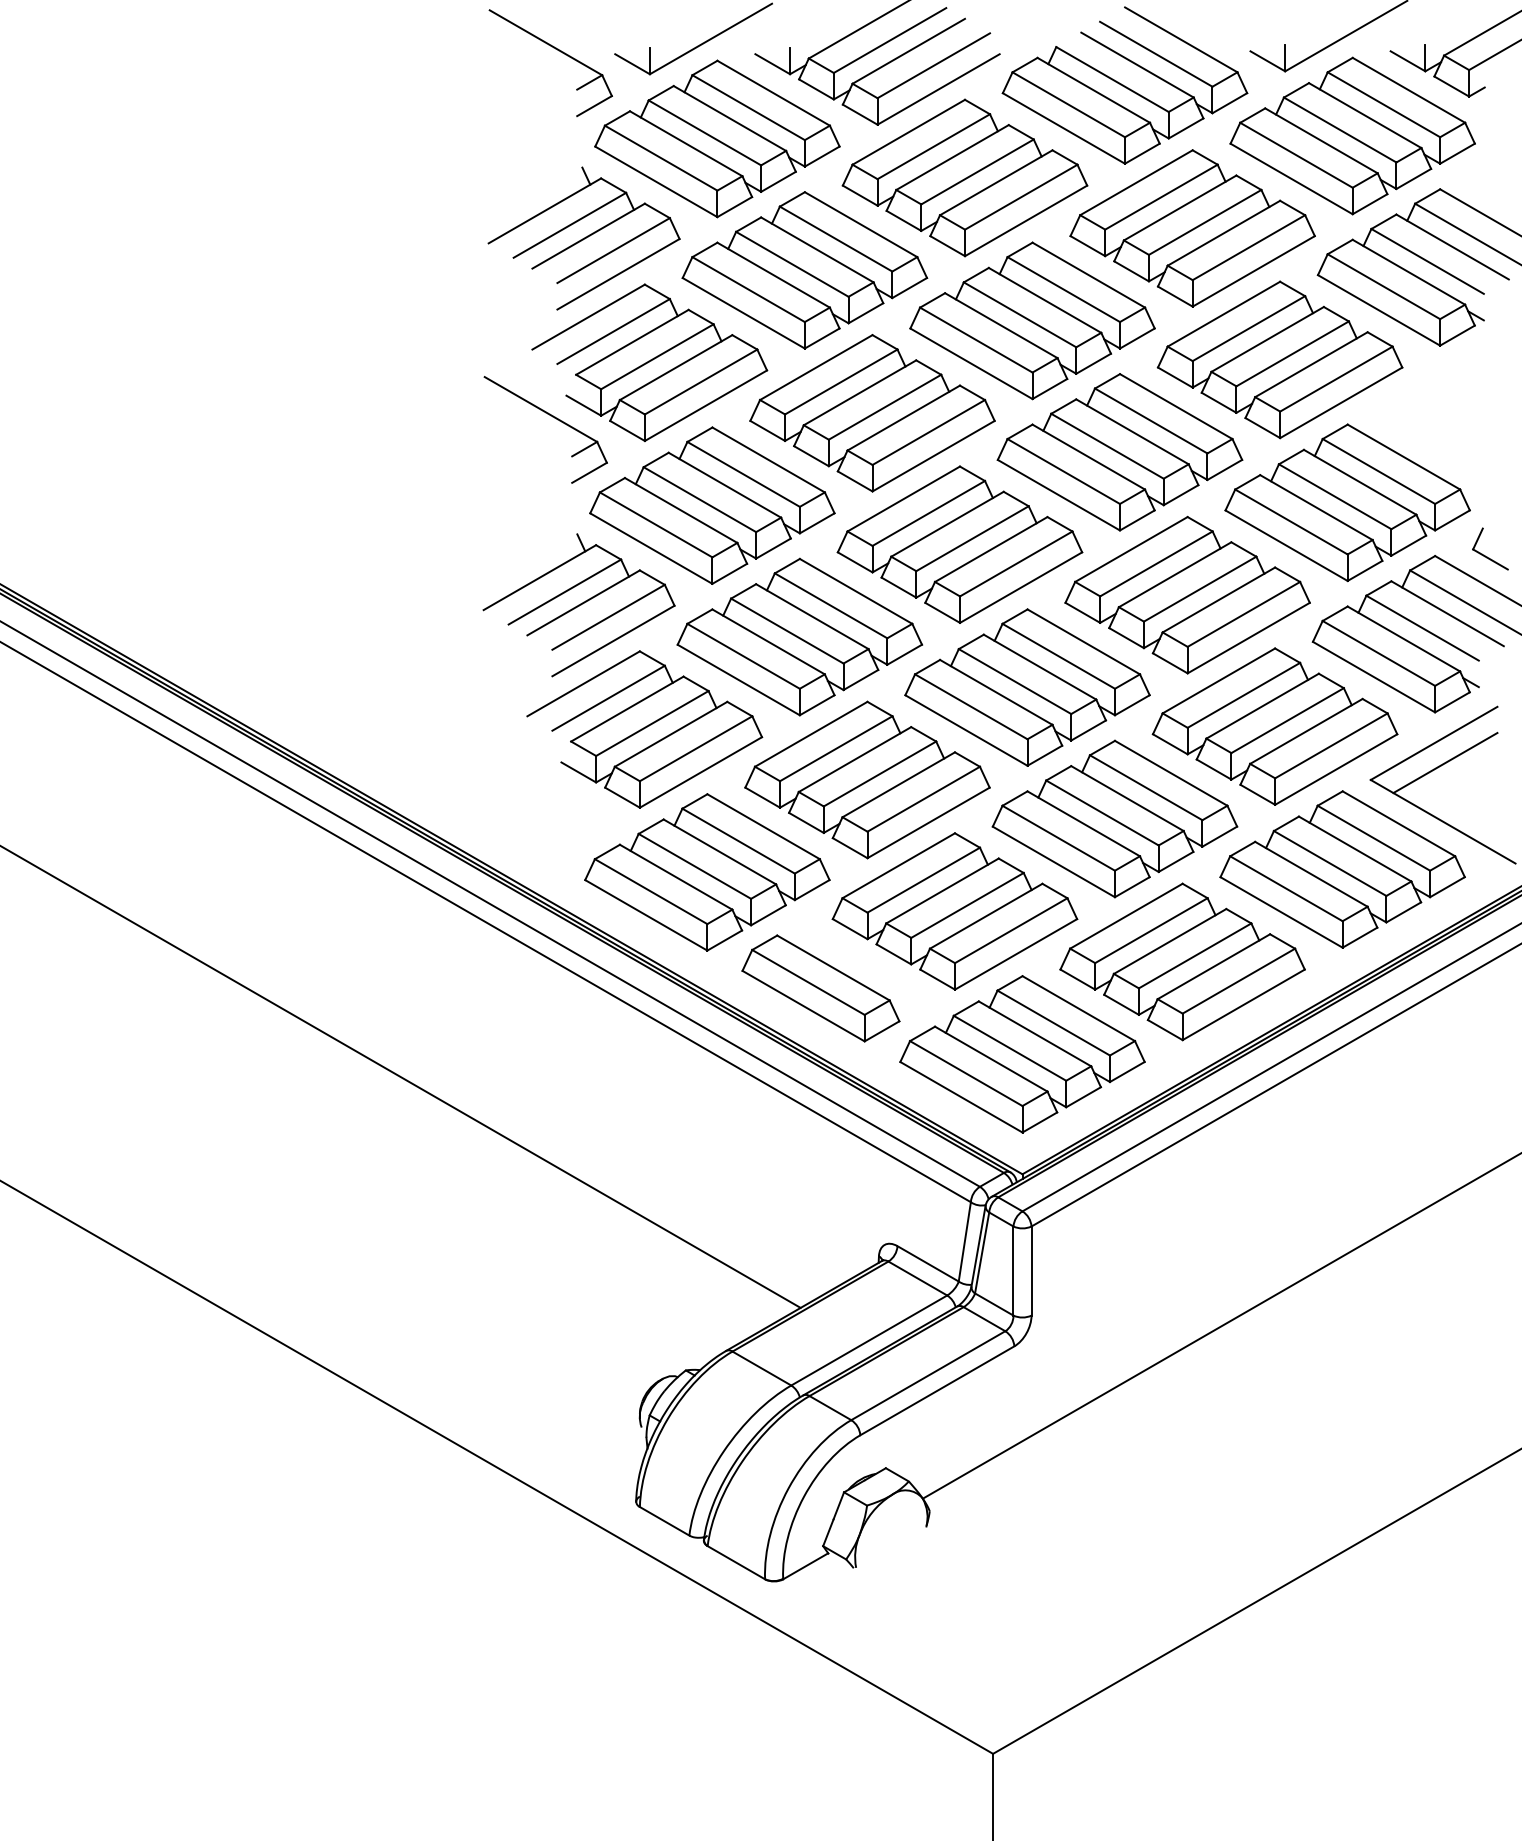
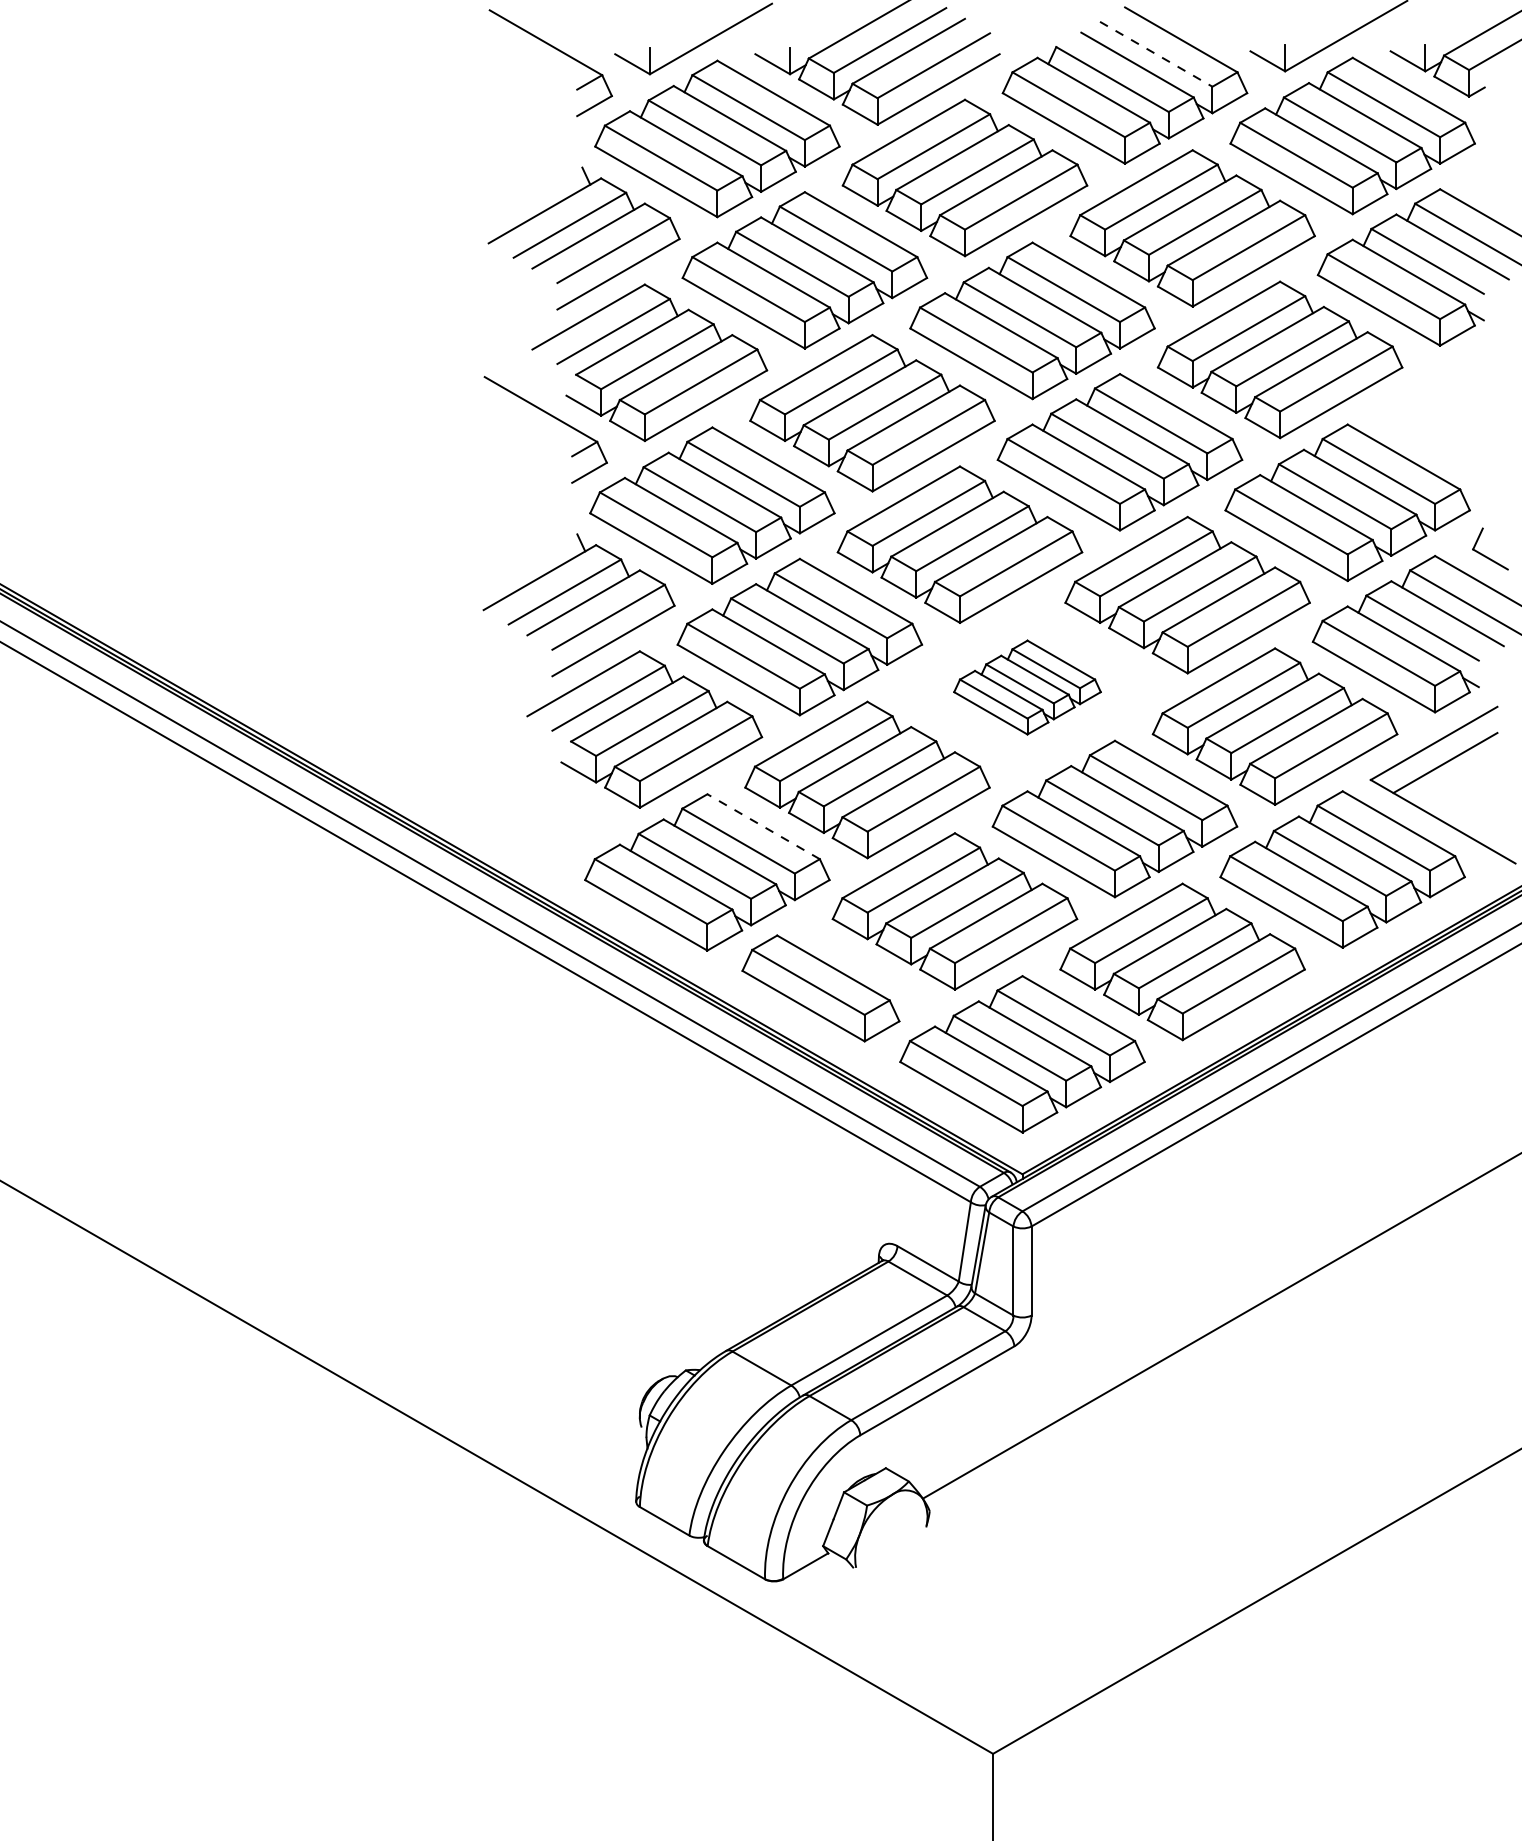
line at (1156, 54): solid -> dashed
part at (1027, 687) size: 247x159 px -> 149x97 px
line at (763, 826): solid -> dashed
line at (401, 1077): present -> none
